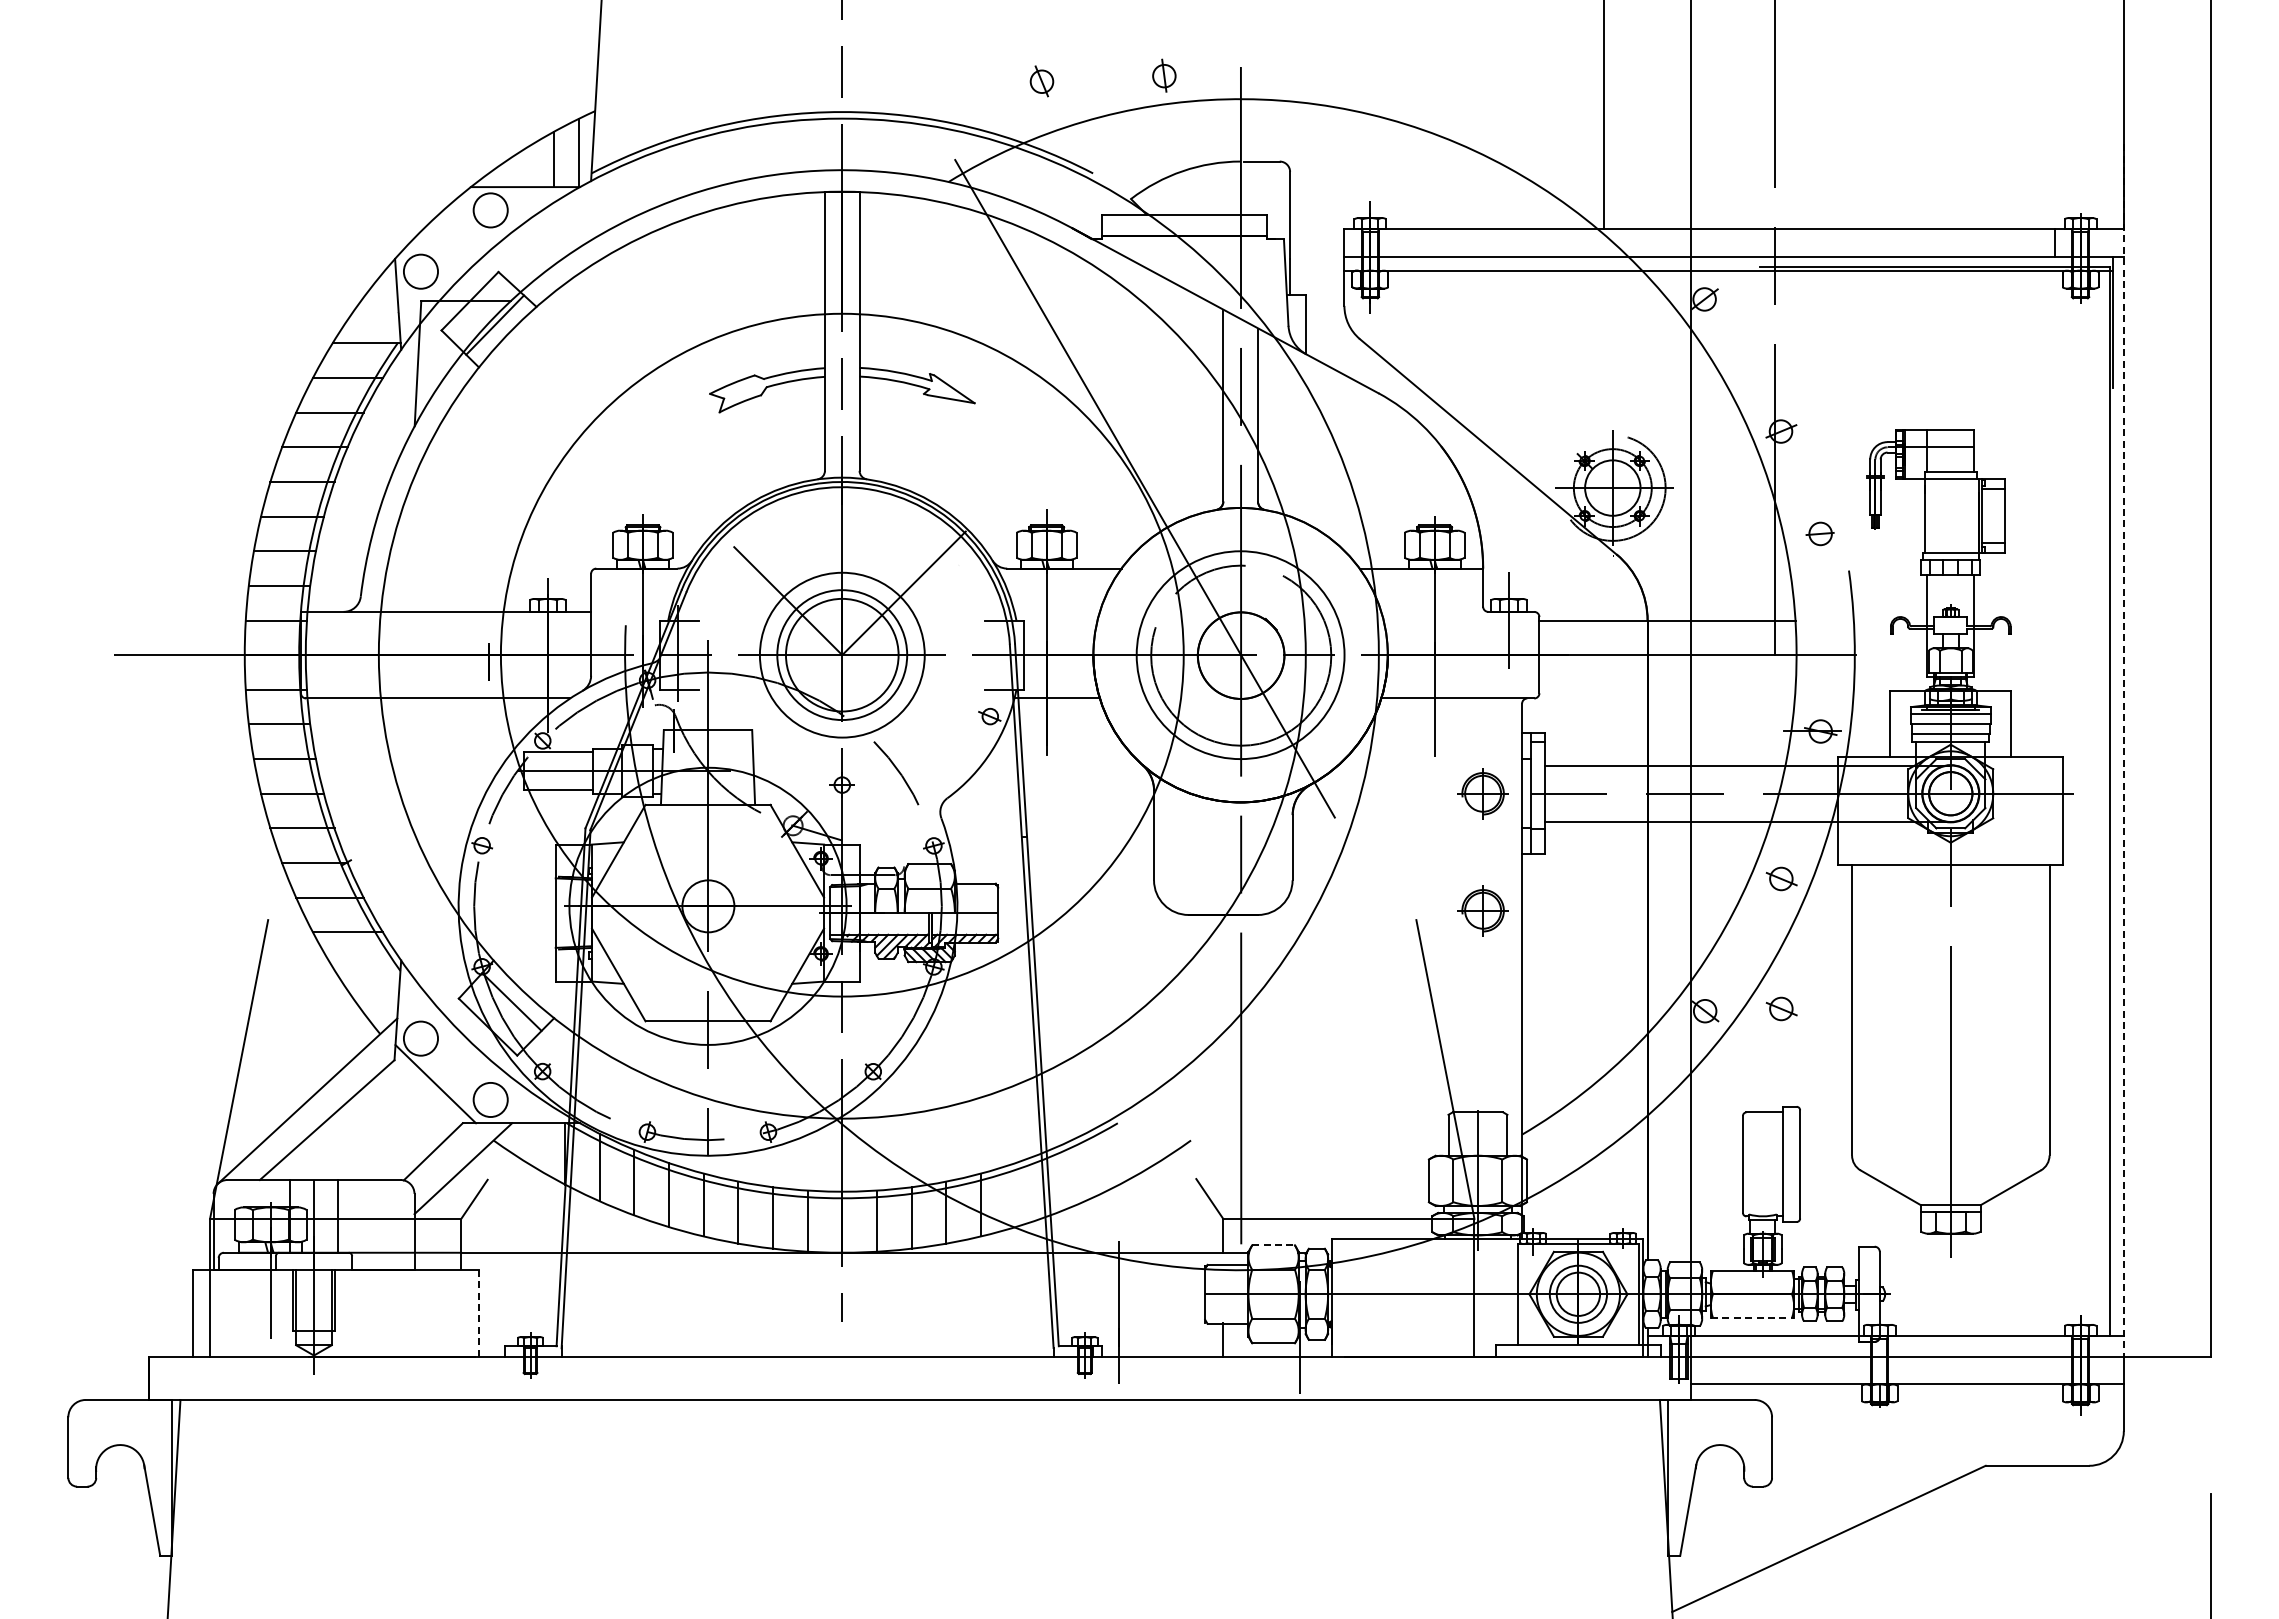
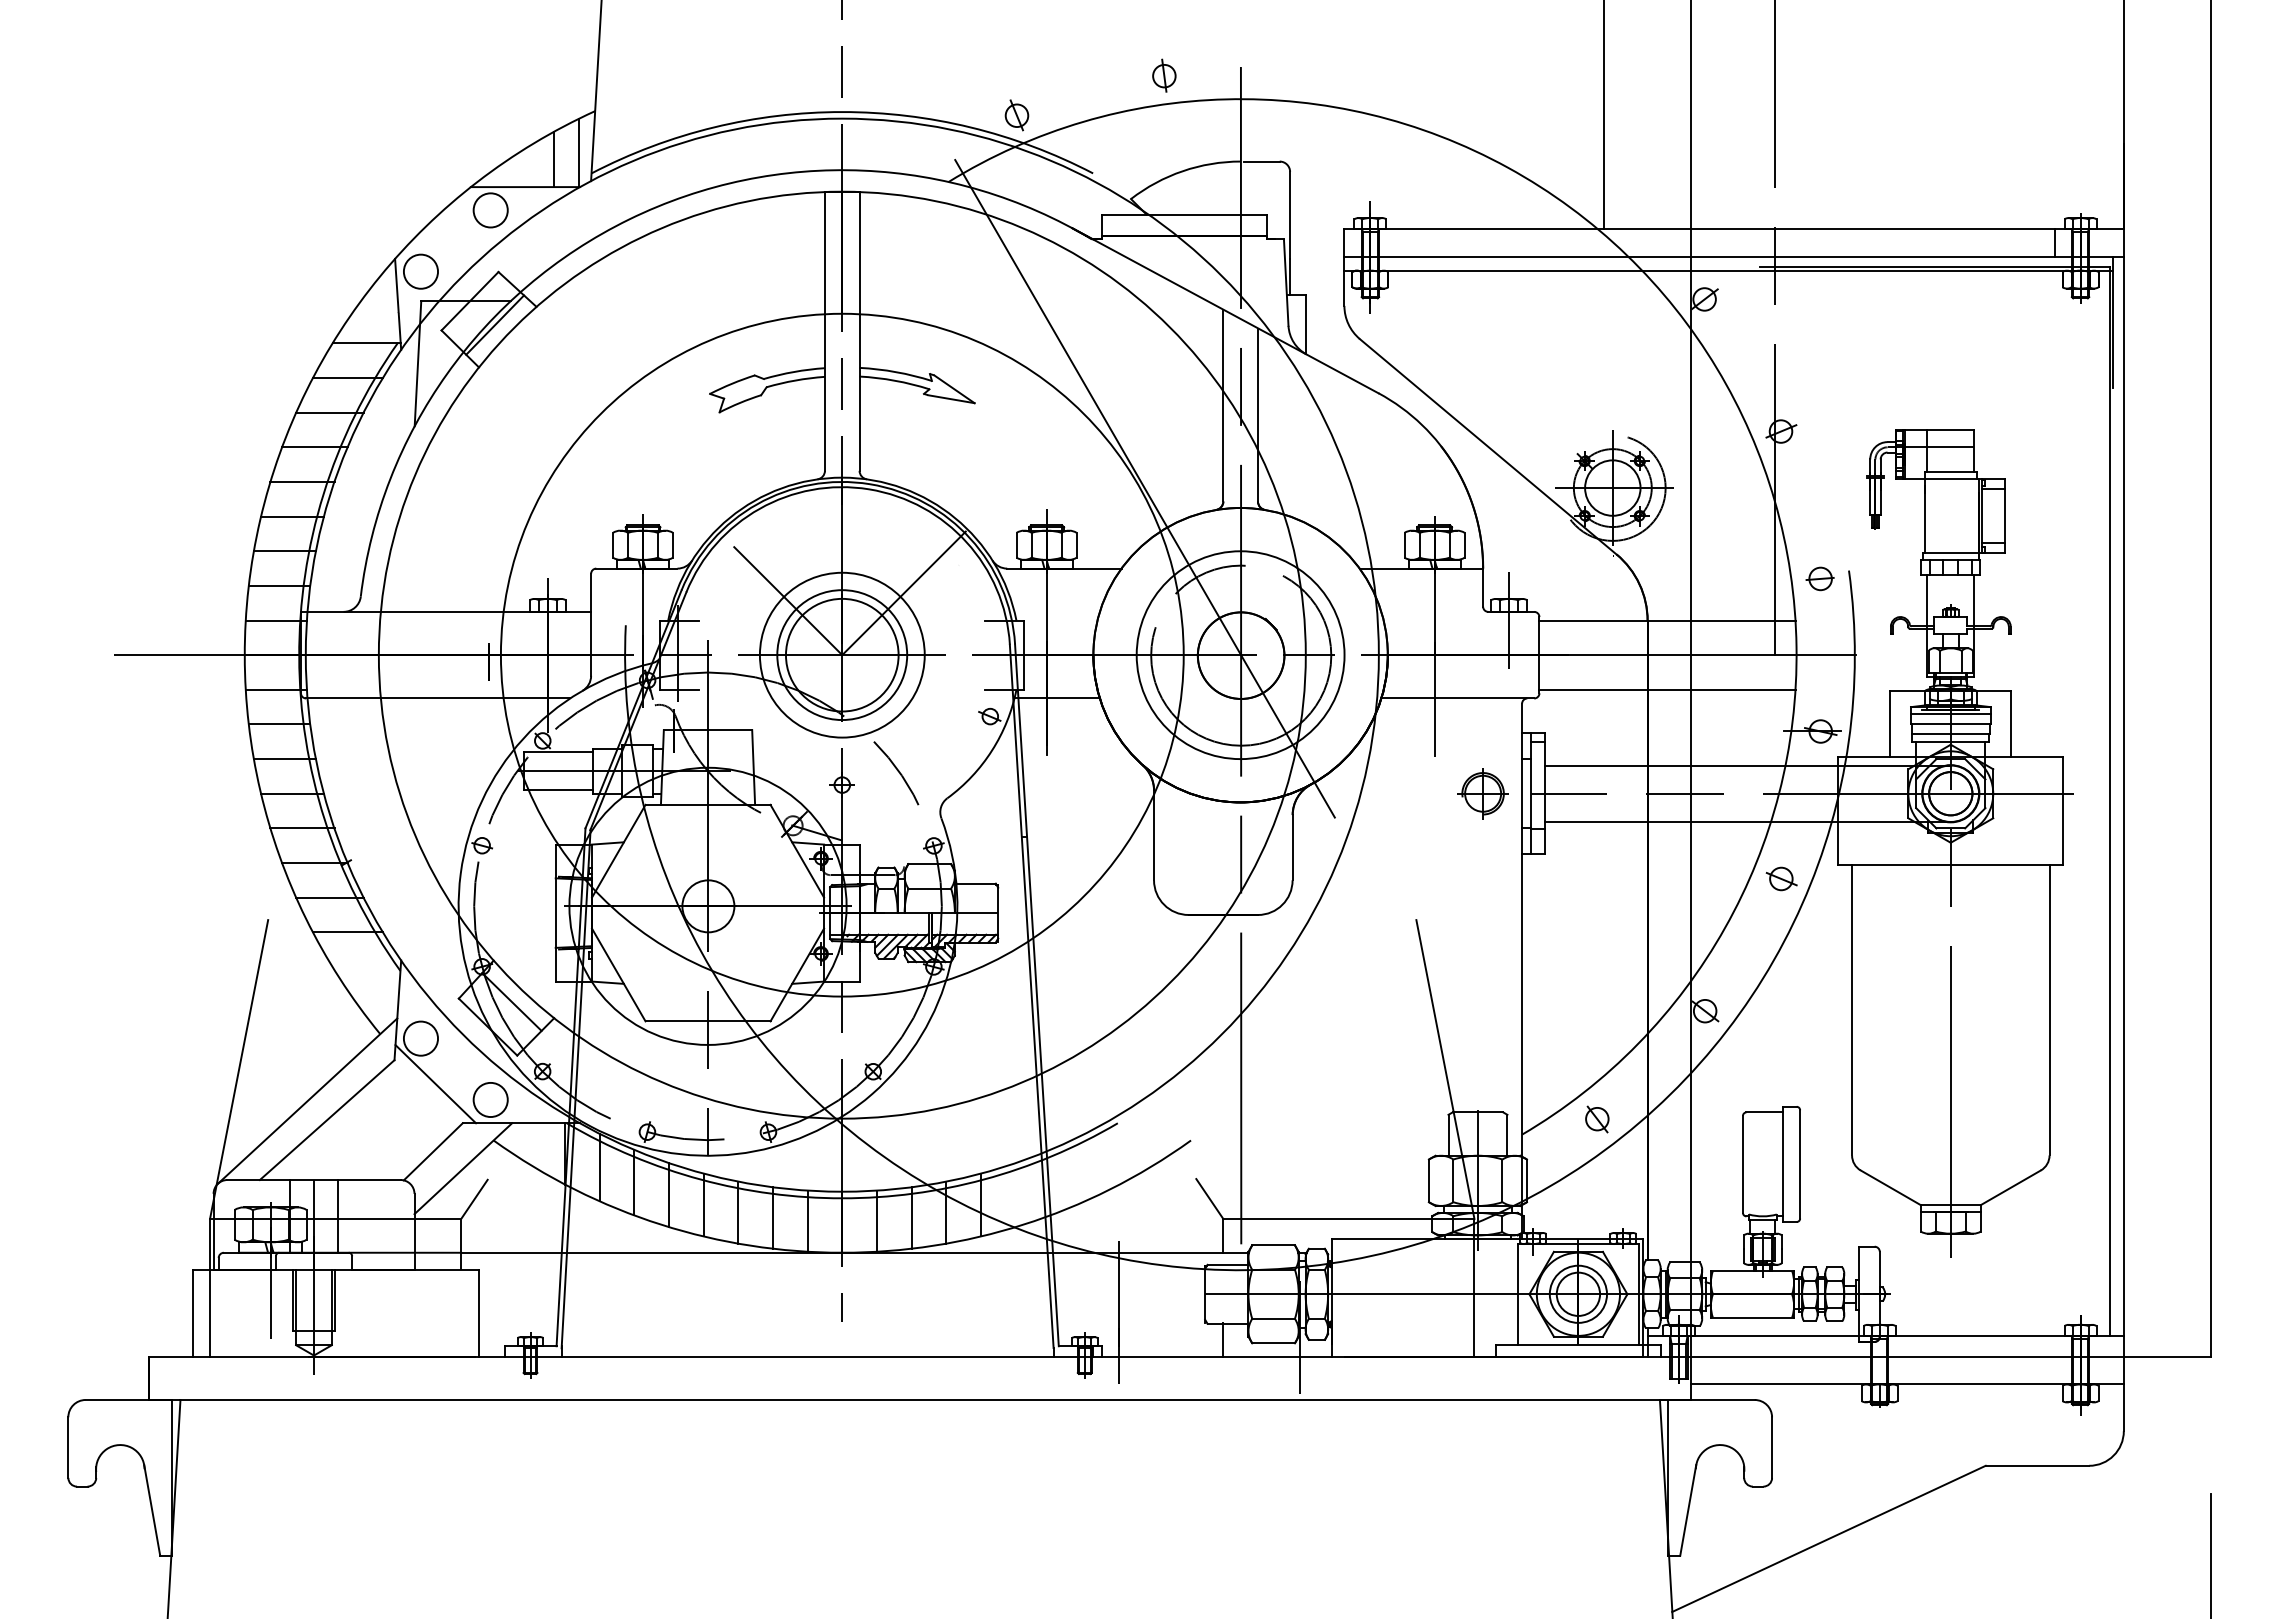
part at (1041, 81) position: (1041, 81) -> (1016, 115)
part at (1819, 533) position: (1819, 533) -> (1819, 578)
line at (1667, 689): none -> present
line at (2123, 750): dashed -> solid
part at (1482, 910): present -> none
part at (1781, 1008): present -> none
part at (1597, 1119): none -> present
line at (1274, 1245): dashed -> solid
line at (478, 1312): dashed -> solid
line at (1752, 1317): dashed -> solid
